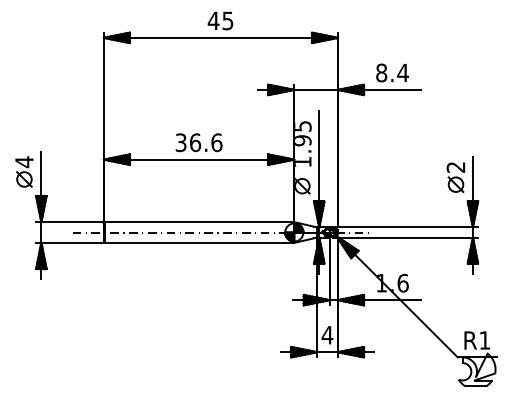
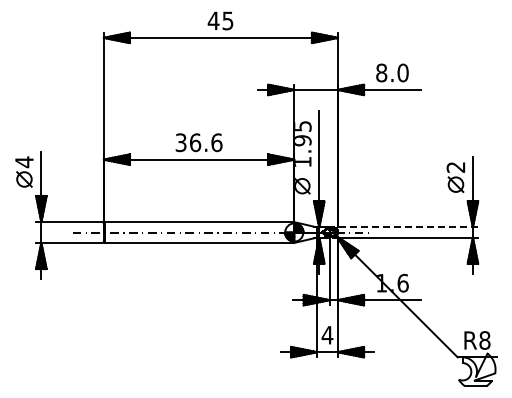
text at (402, 72): 8.4 -> 8.0
line at (405, 227): solid -> dashed
text at (484, 340): R1 -> R8
